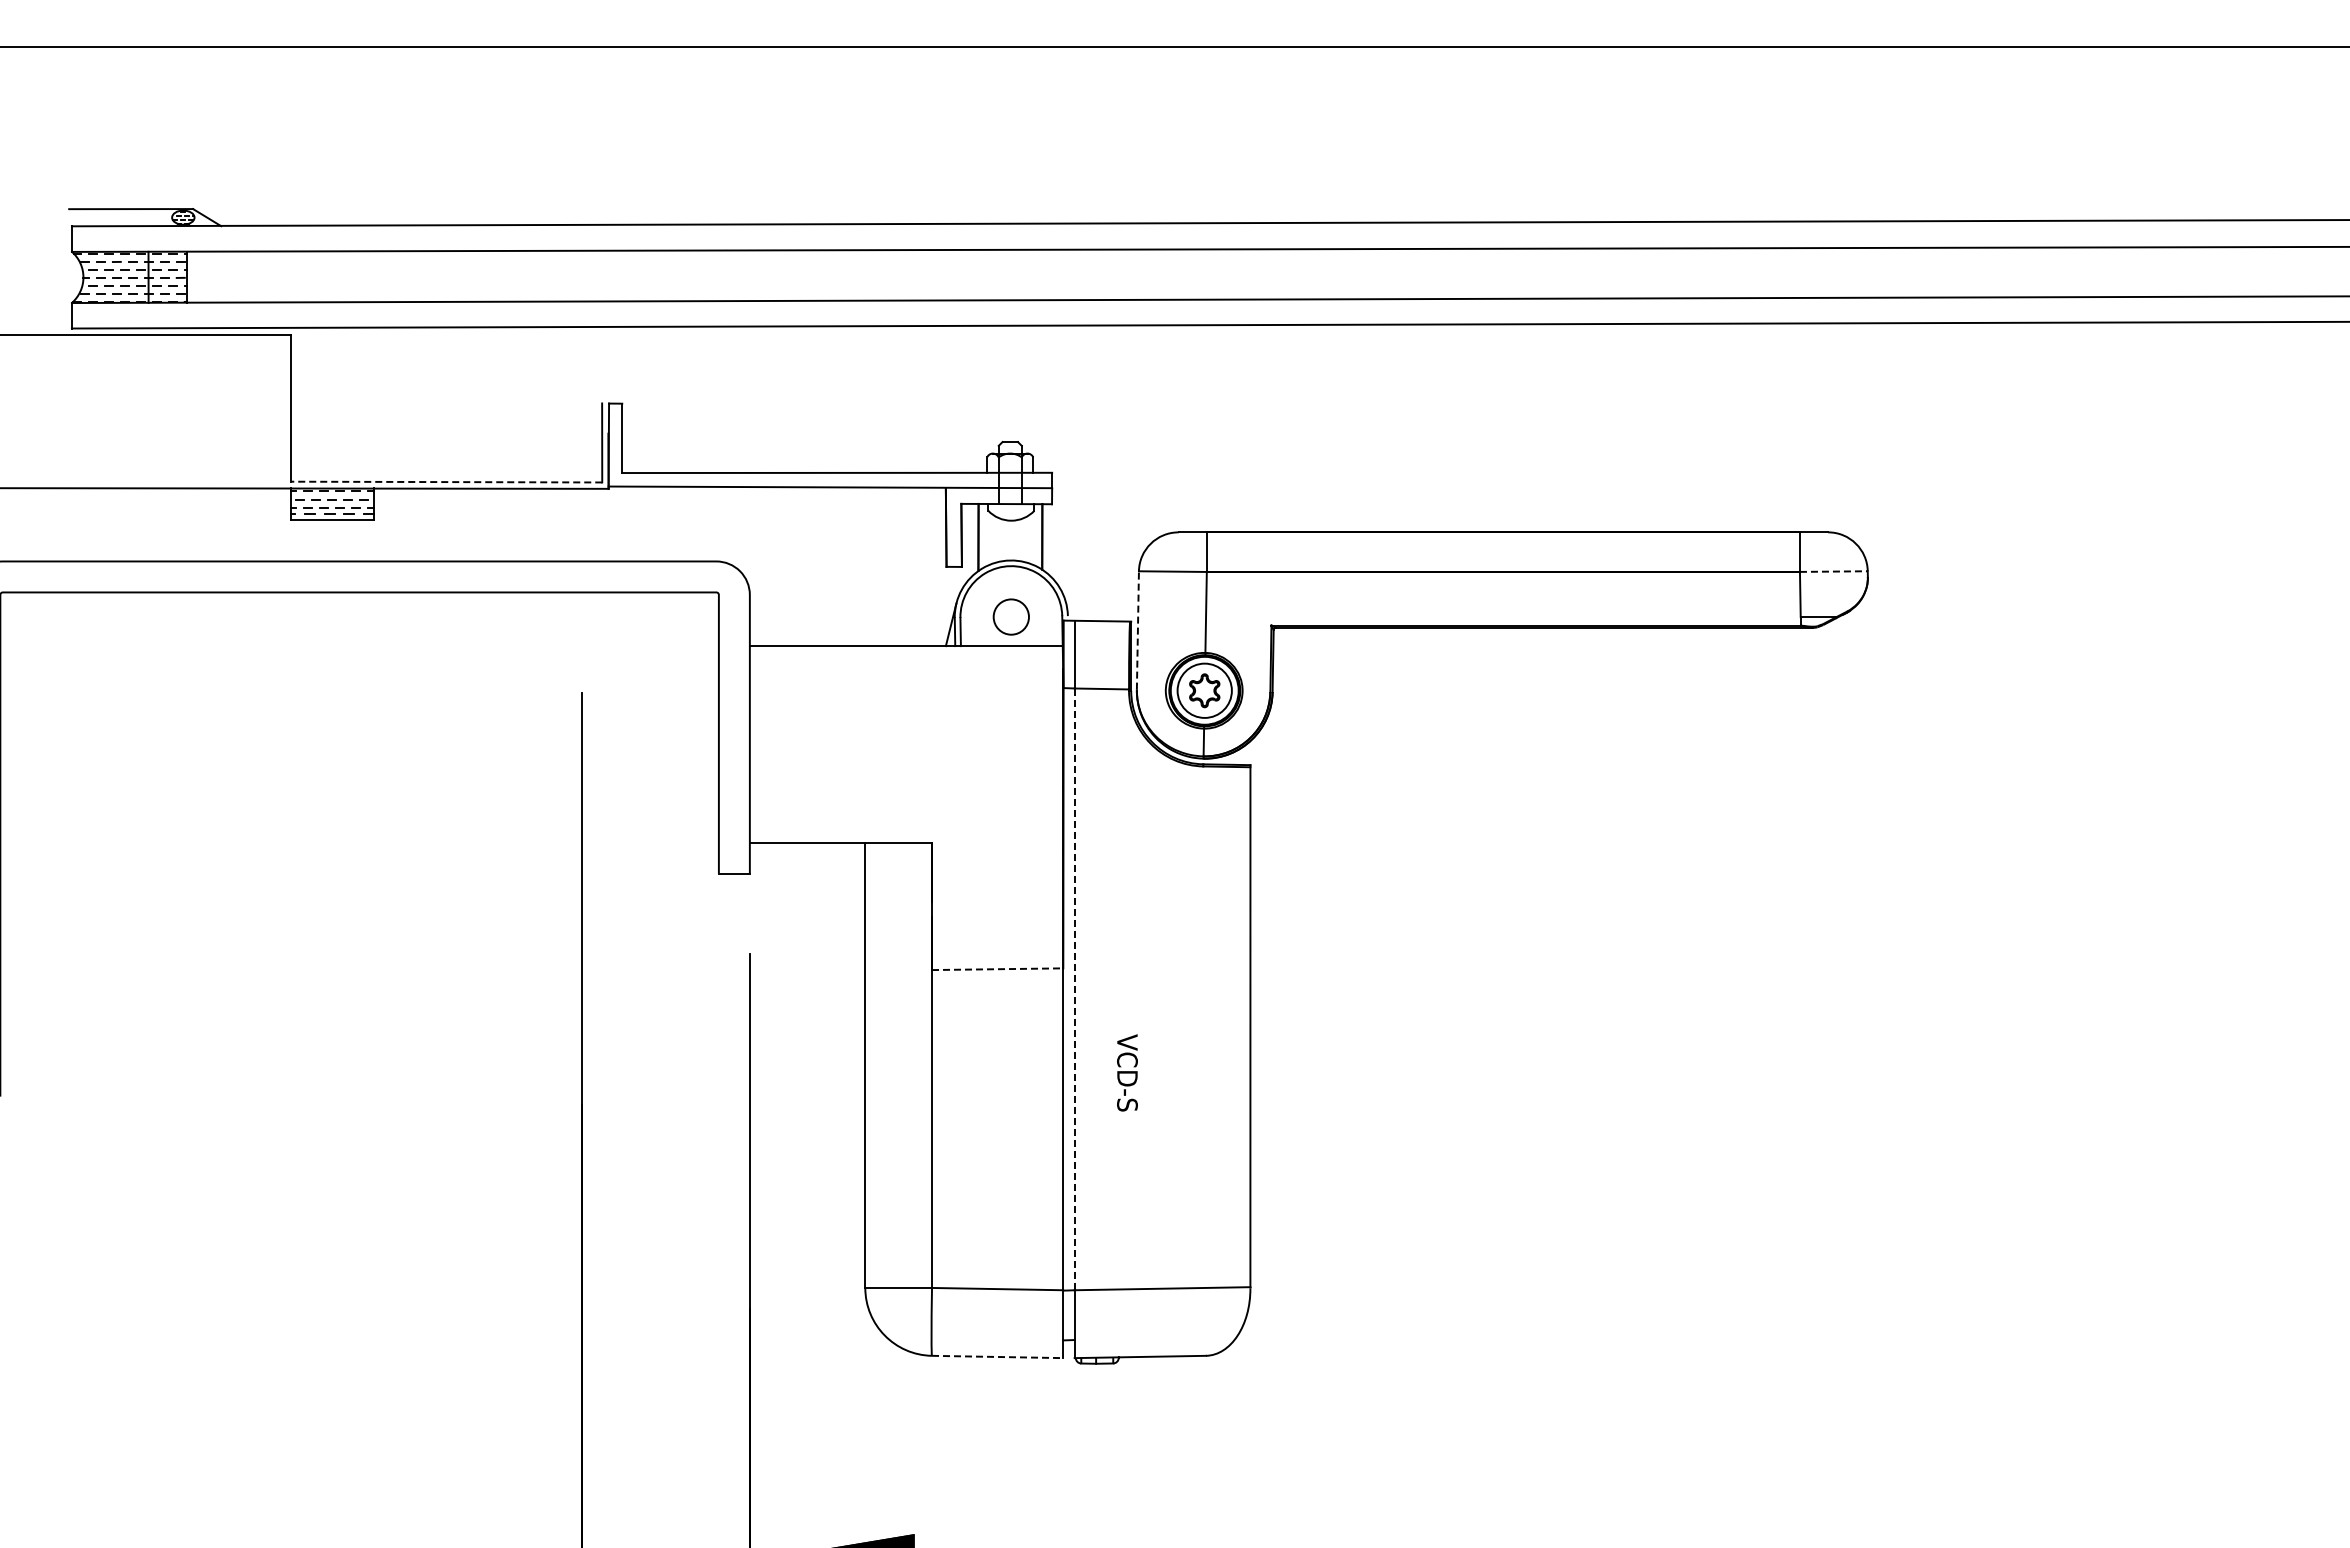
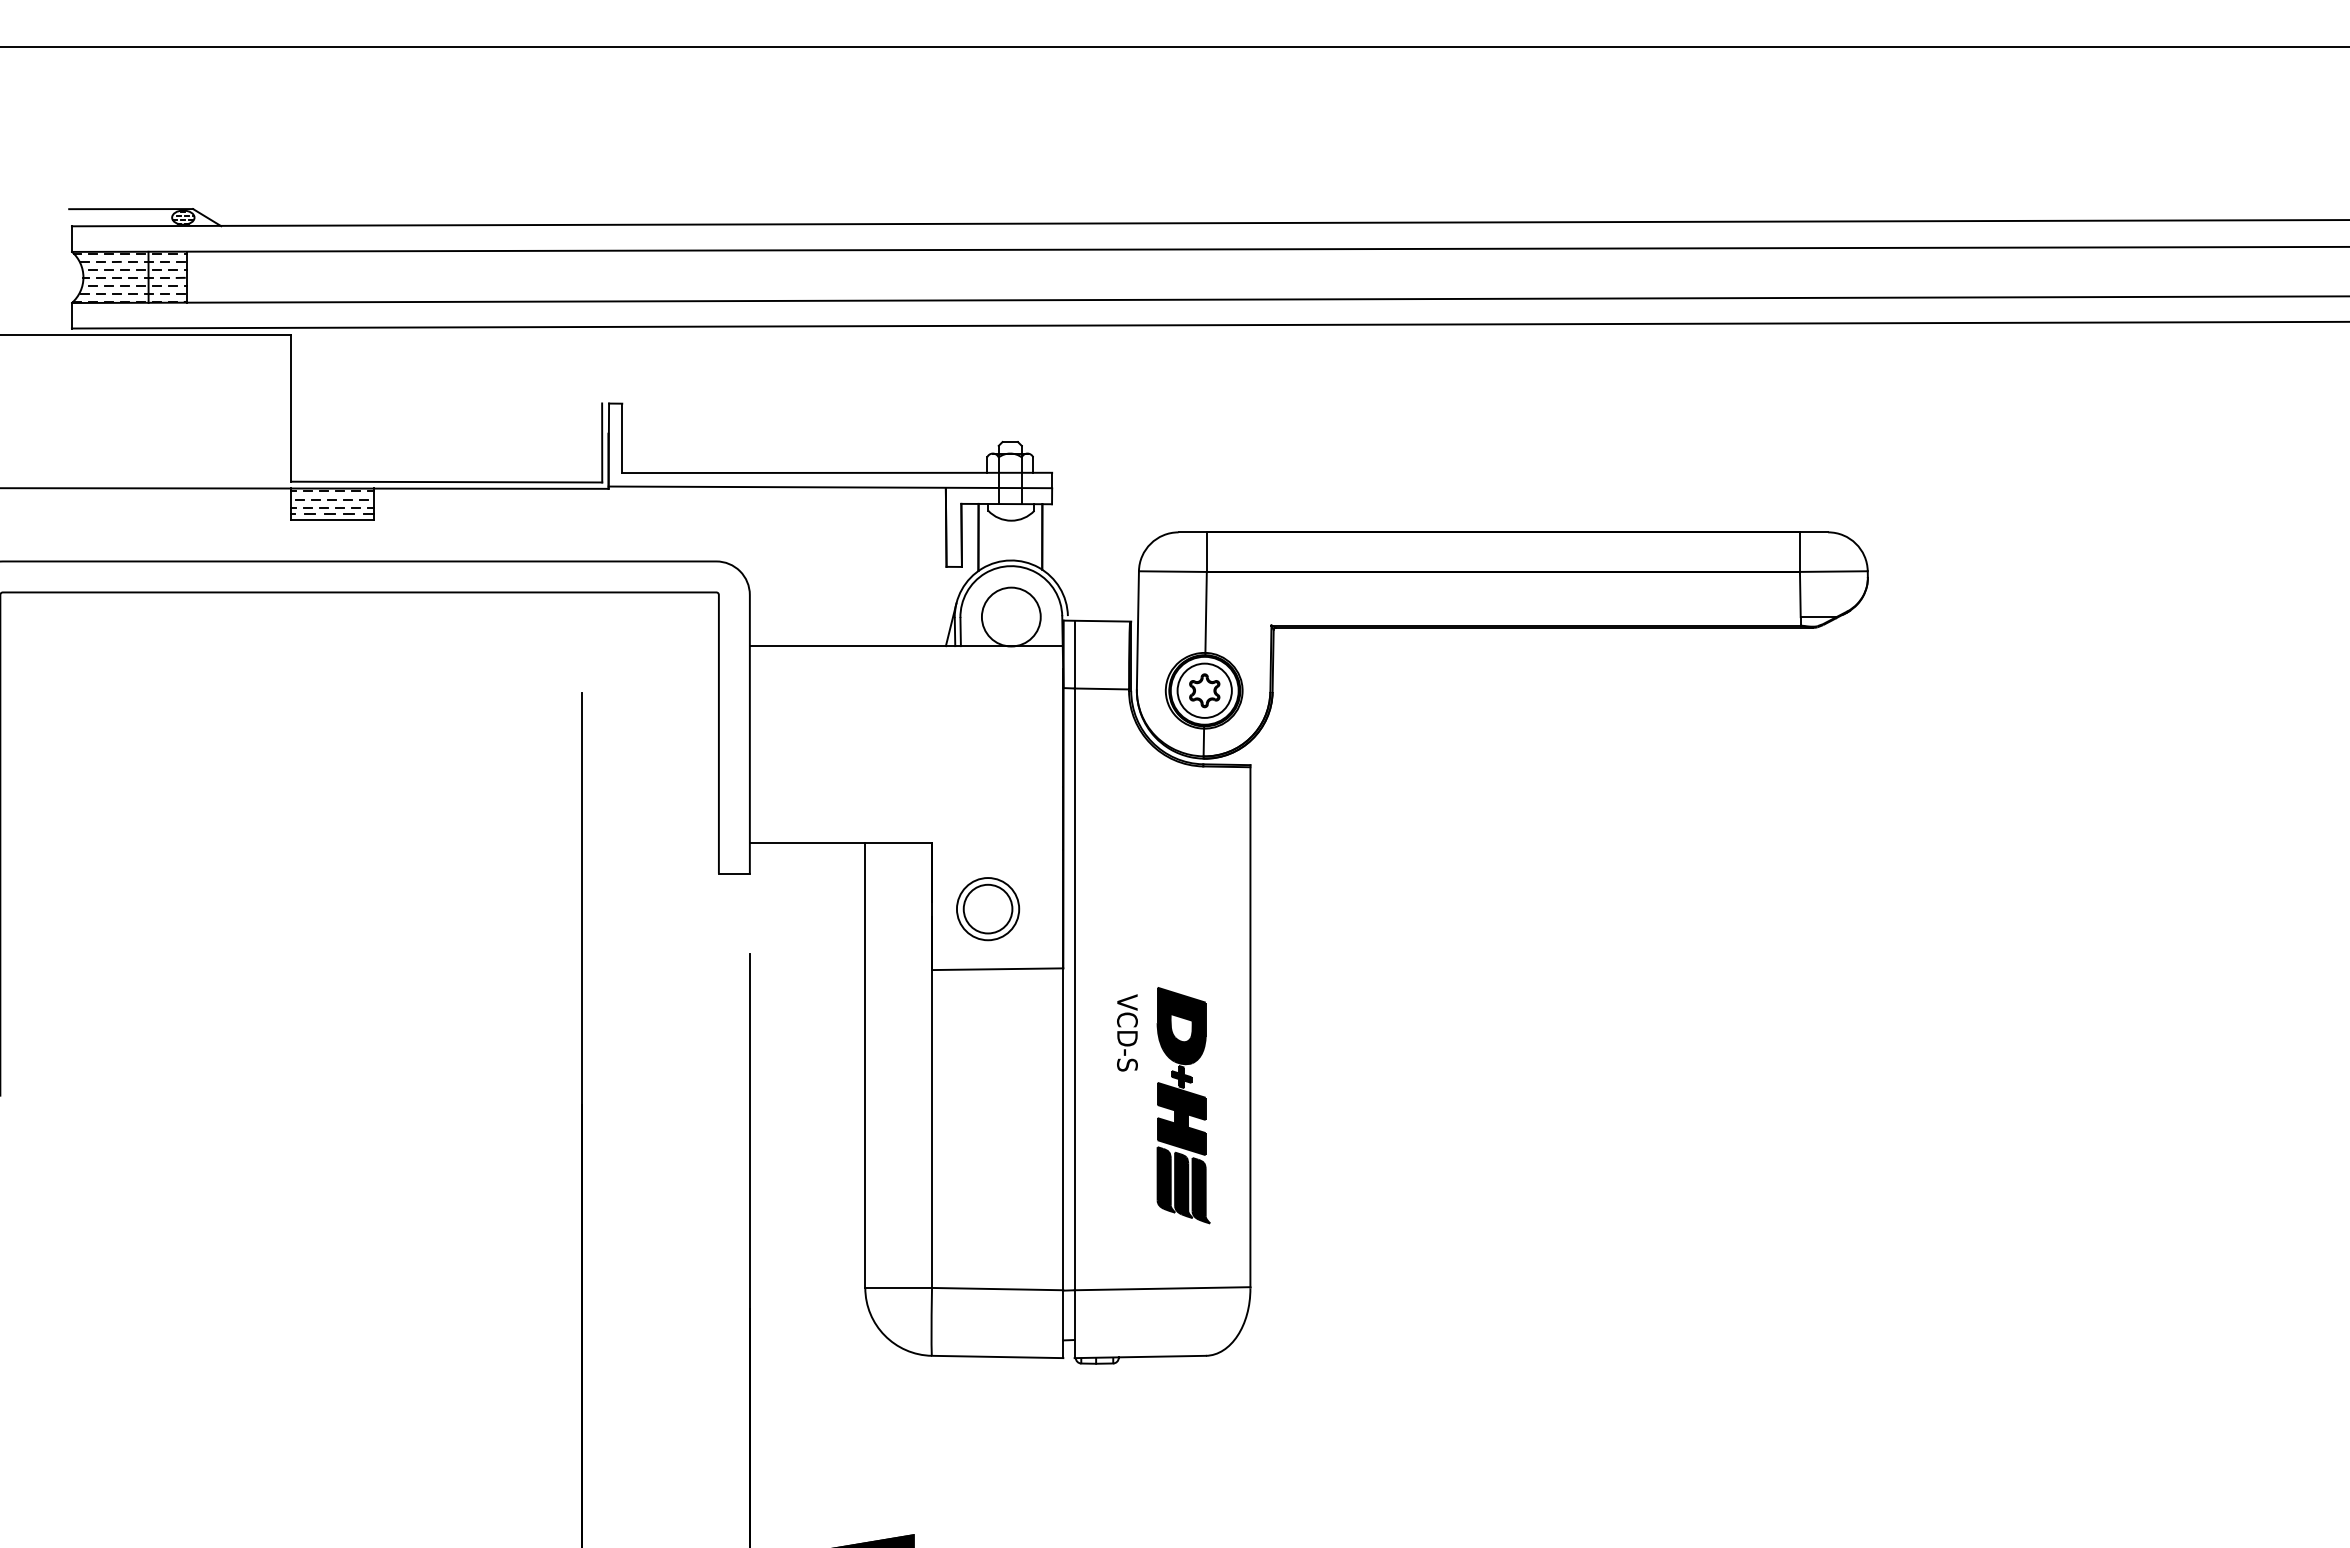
line at (446, 482): dashed -> solid
line at (1833, 571): dashed -> solid
circle at (1010, 616) diameter: 35 px -> 59 px
line at (1137, 629): dashed -> solid
part at (988, 909): none -> present
line at (997, 969): dashed -> solid
line at (1074, 989): dashed -> solid
text at (1127, 1072) position: (1127, 1072) -> (1127, 1032)
part at (1183, 1105): none -> present
line at (997, 1356): dashed -> solid
